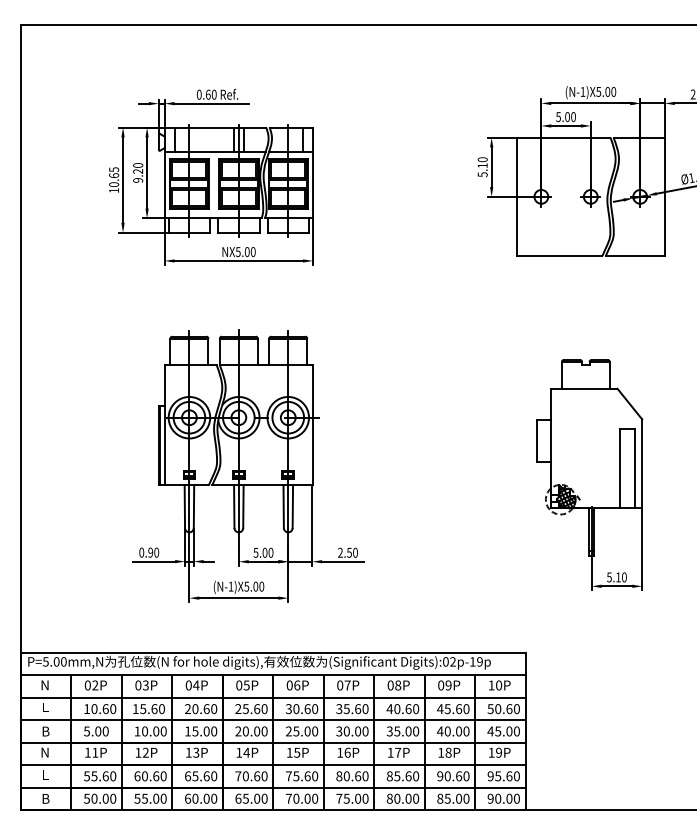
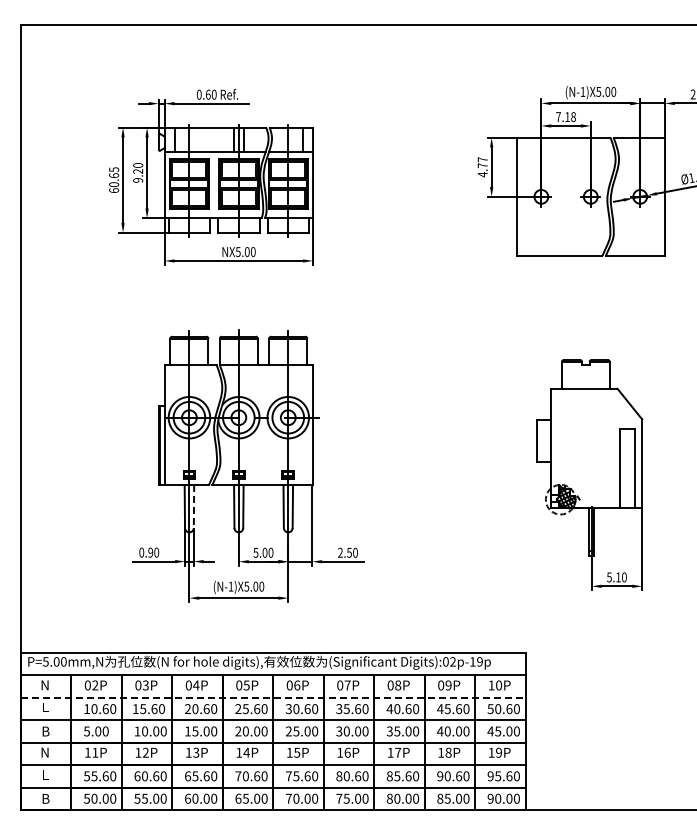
text at (565, 117): 5.00 -> 7.18
text at (482, 167): 5.10 -> 4.77
text at (114, 190): 10.65 -> 60.65
line at (194, 506): solid -> dashed
line at (273, 697): solid -> dashed
